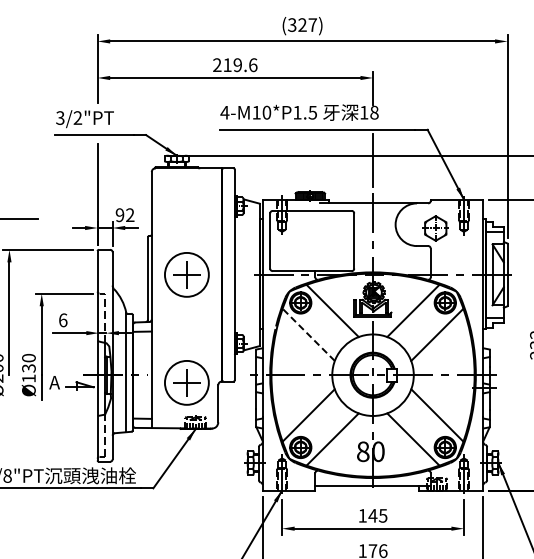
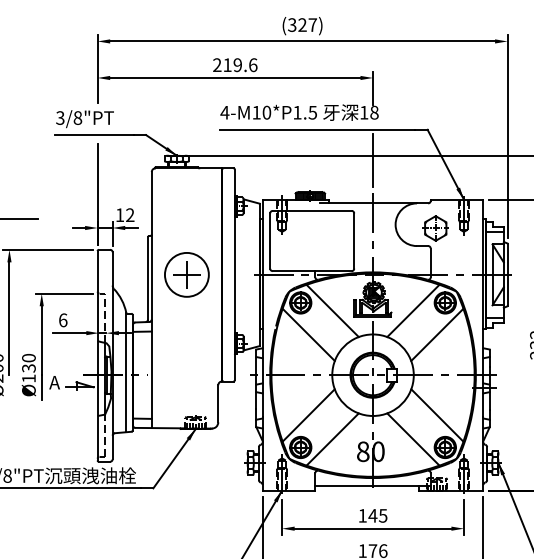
text at (77, 117): 3/2"PT -> 3/8"PT
text at (119, 215): 92 -> 12
line at (308, 334): dashed -> solid
part at (186, 382): present -> none
